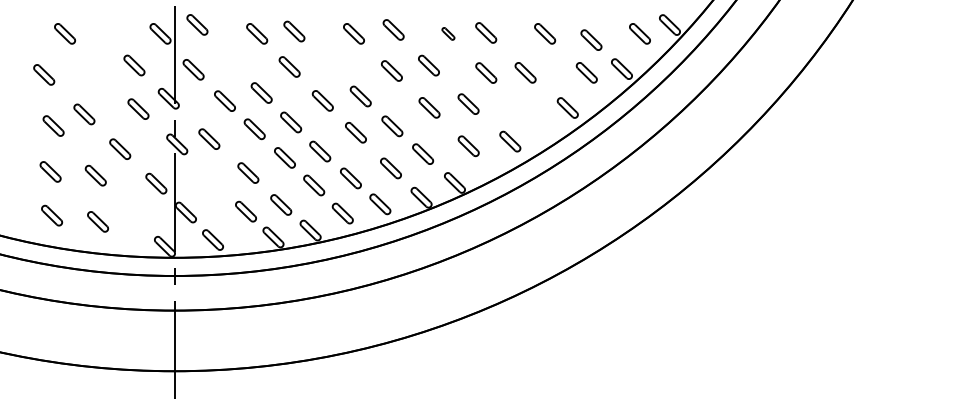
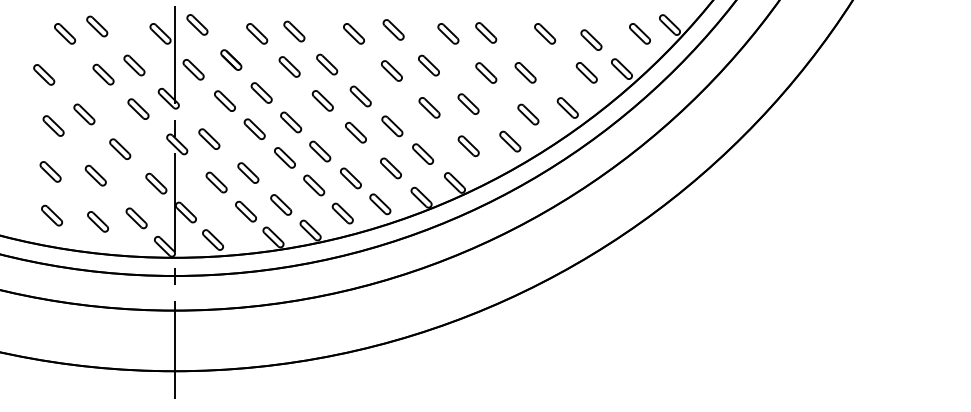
part at (97, 26): none -> present
part at (448, 33) size: 15x14 px -> 23x22 px
part at (231, 59): none -> present
part at (327, 64): none -> present
part at (103, 74): none -> present
part at (528, 114): none -> present
part at (216, 182): none -> present
part at (136, 218): none -> present
